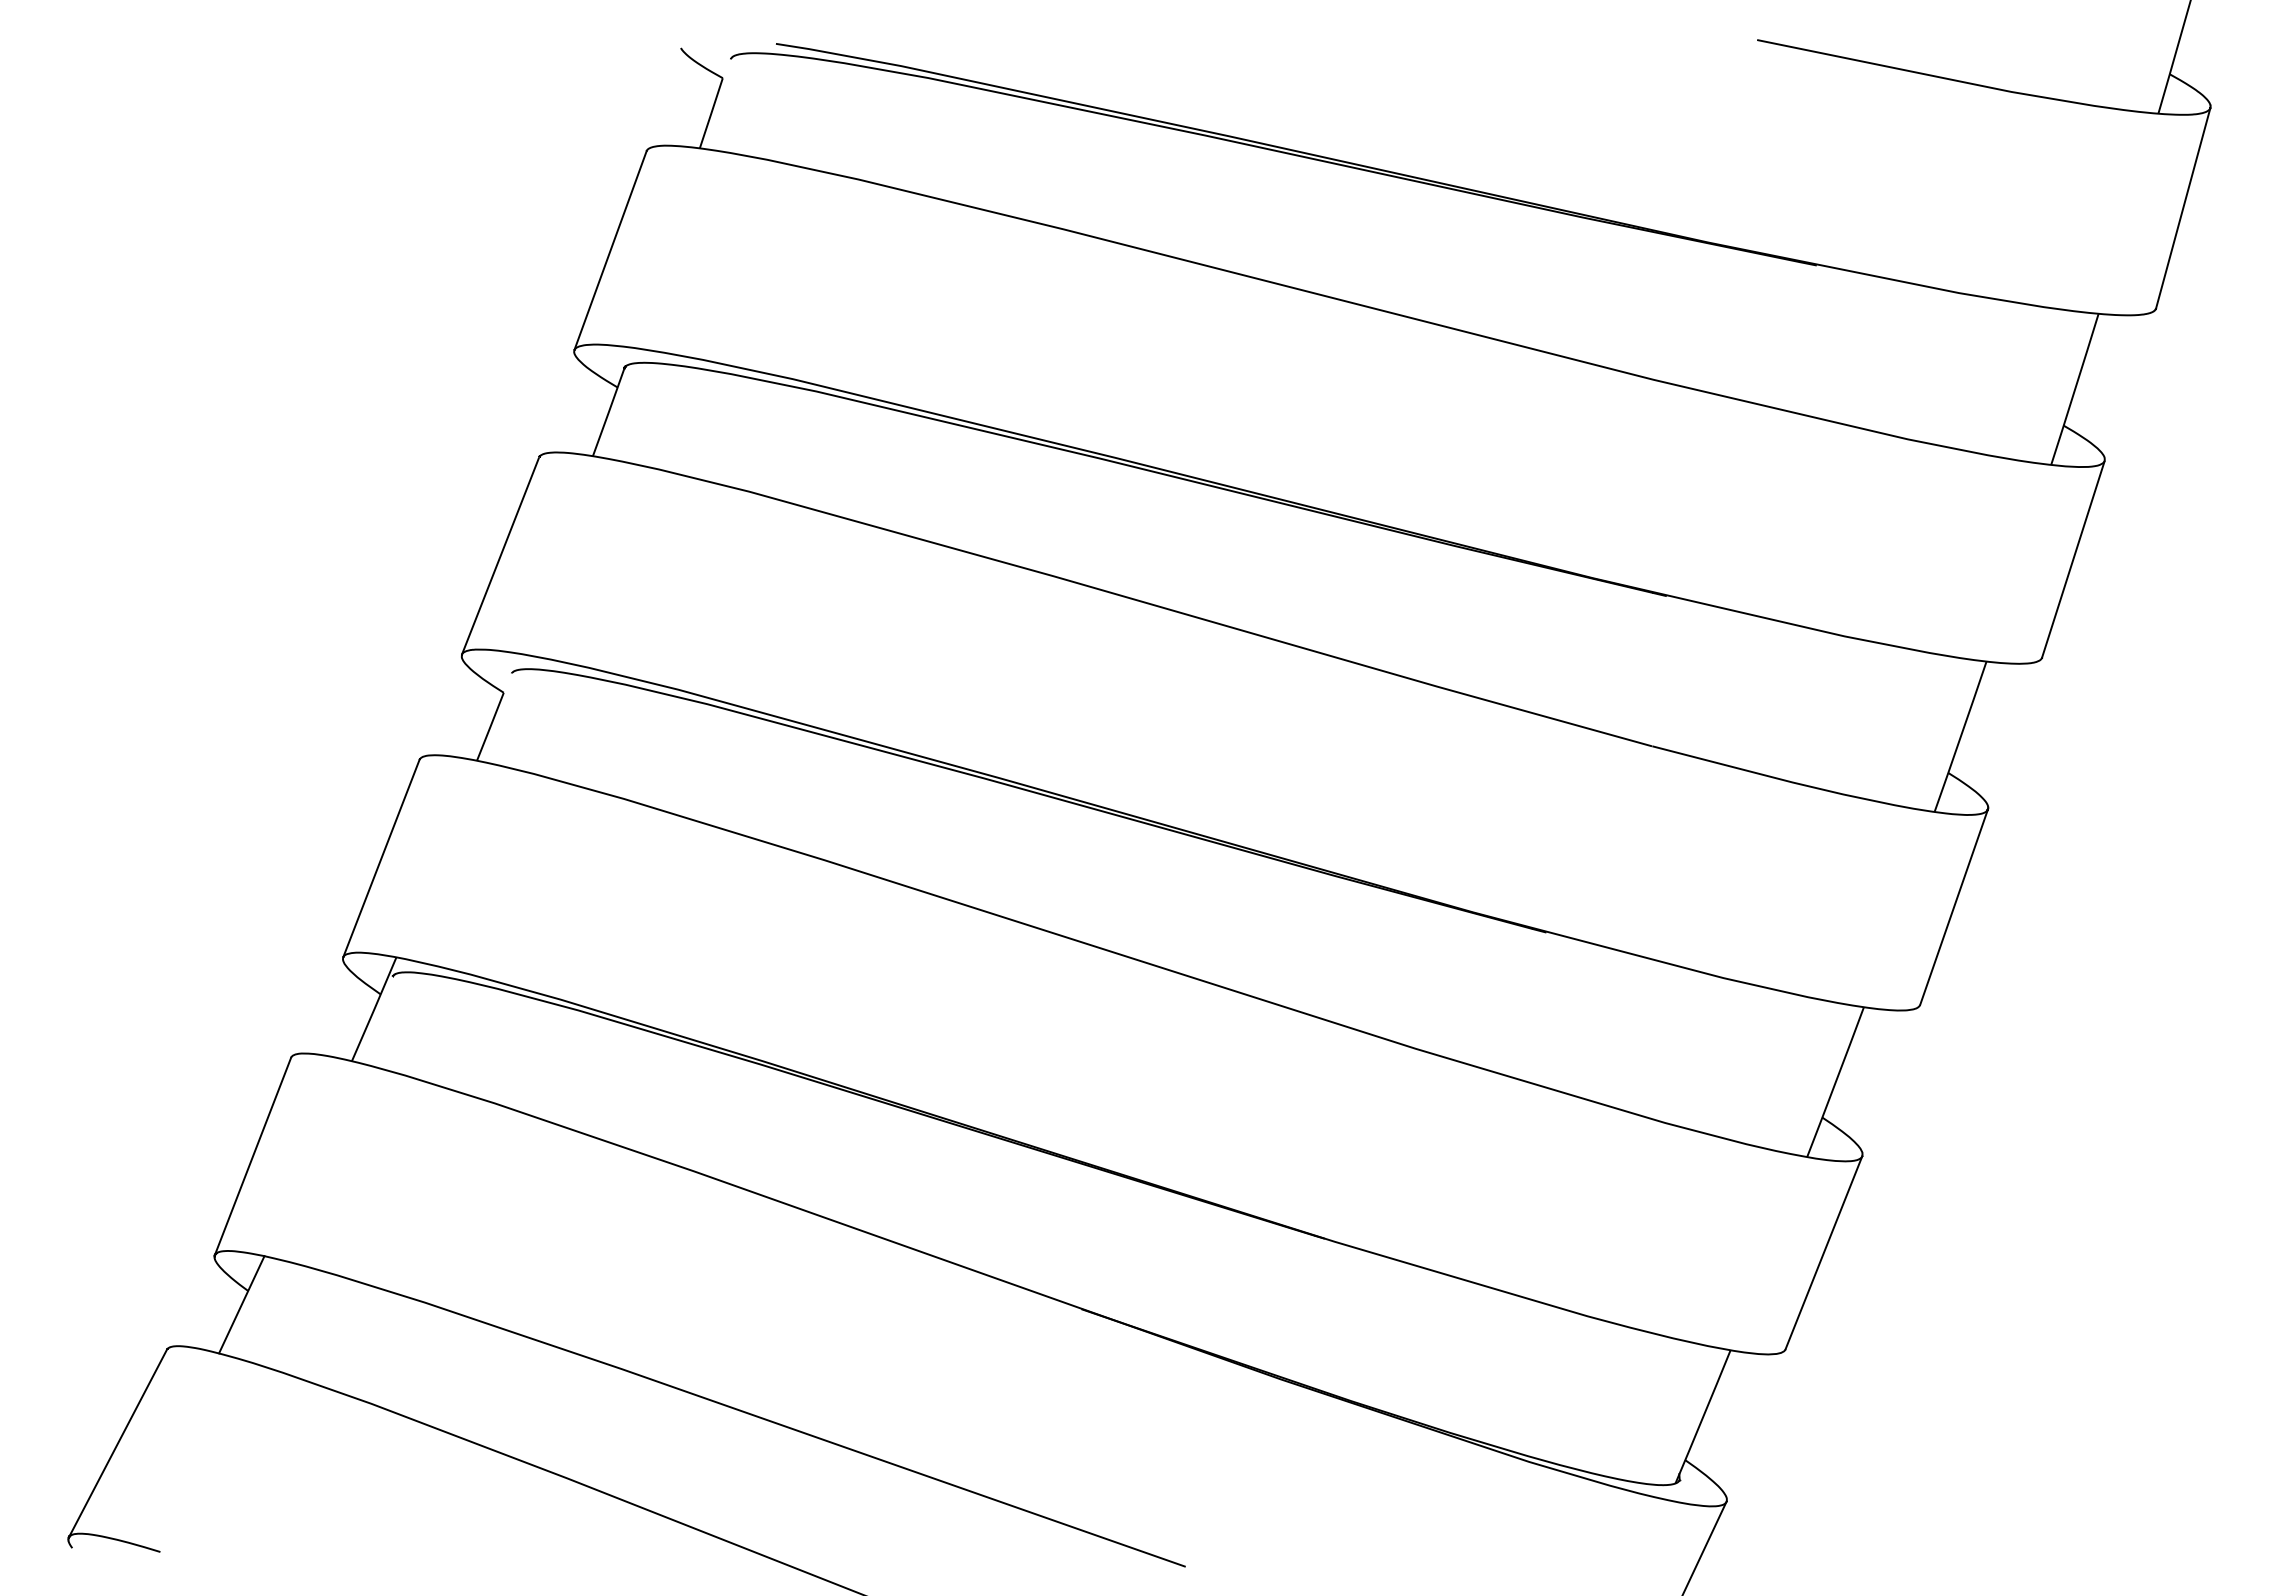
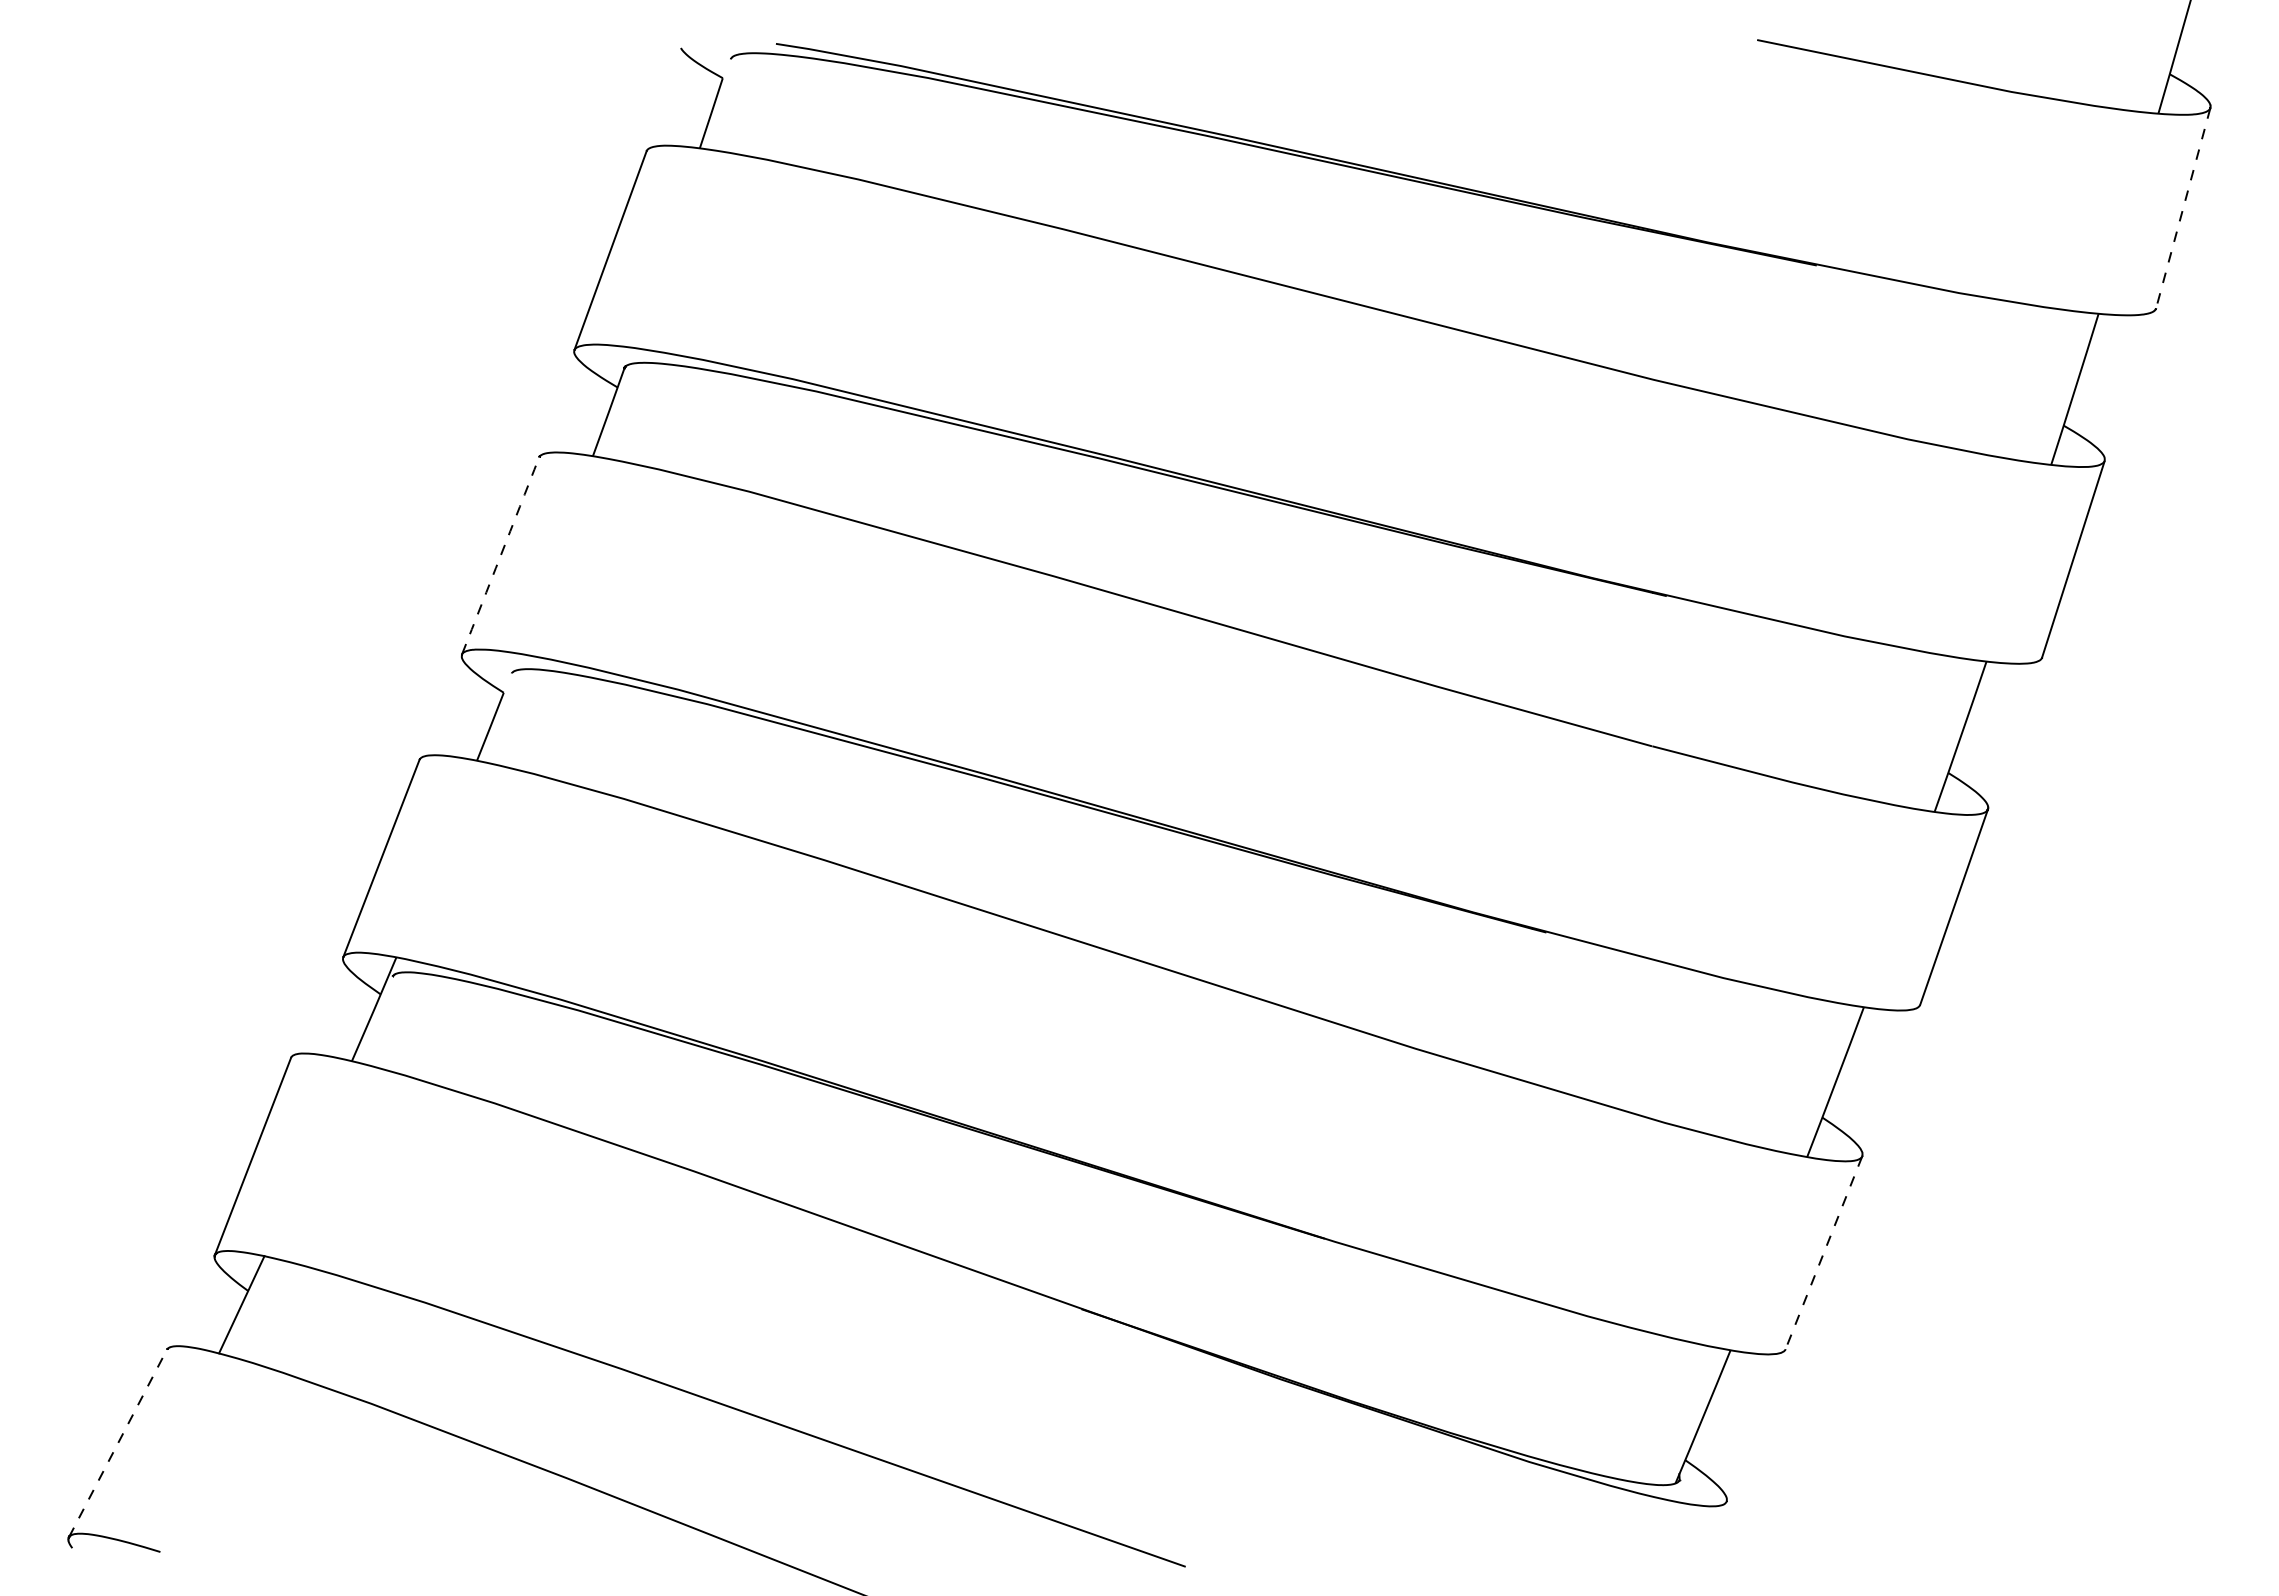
line at (2183, 208): solid -> dashed
arc at (500, 555): solid -> dashed
line at (1823, 1252): solid -> dashed
line at (117, 1443): solid -> dashed
line at (1704, 1547): present -> none
